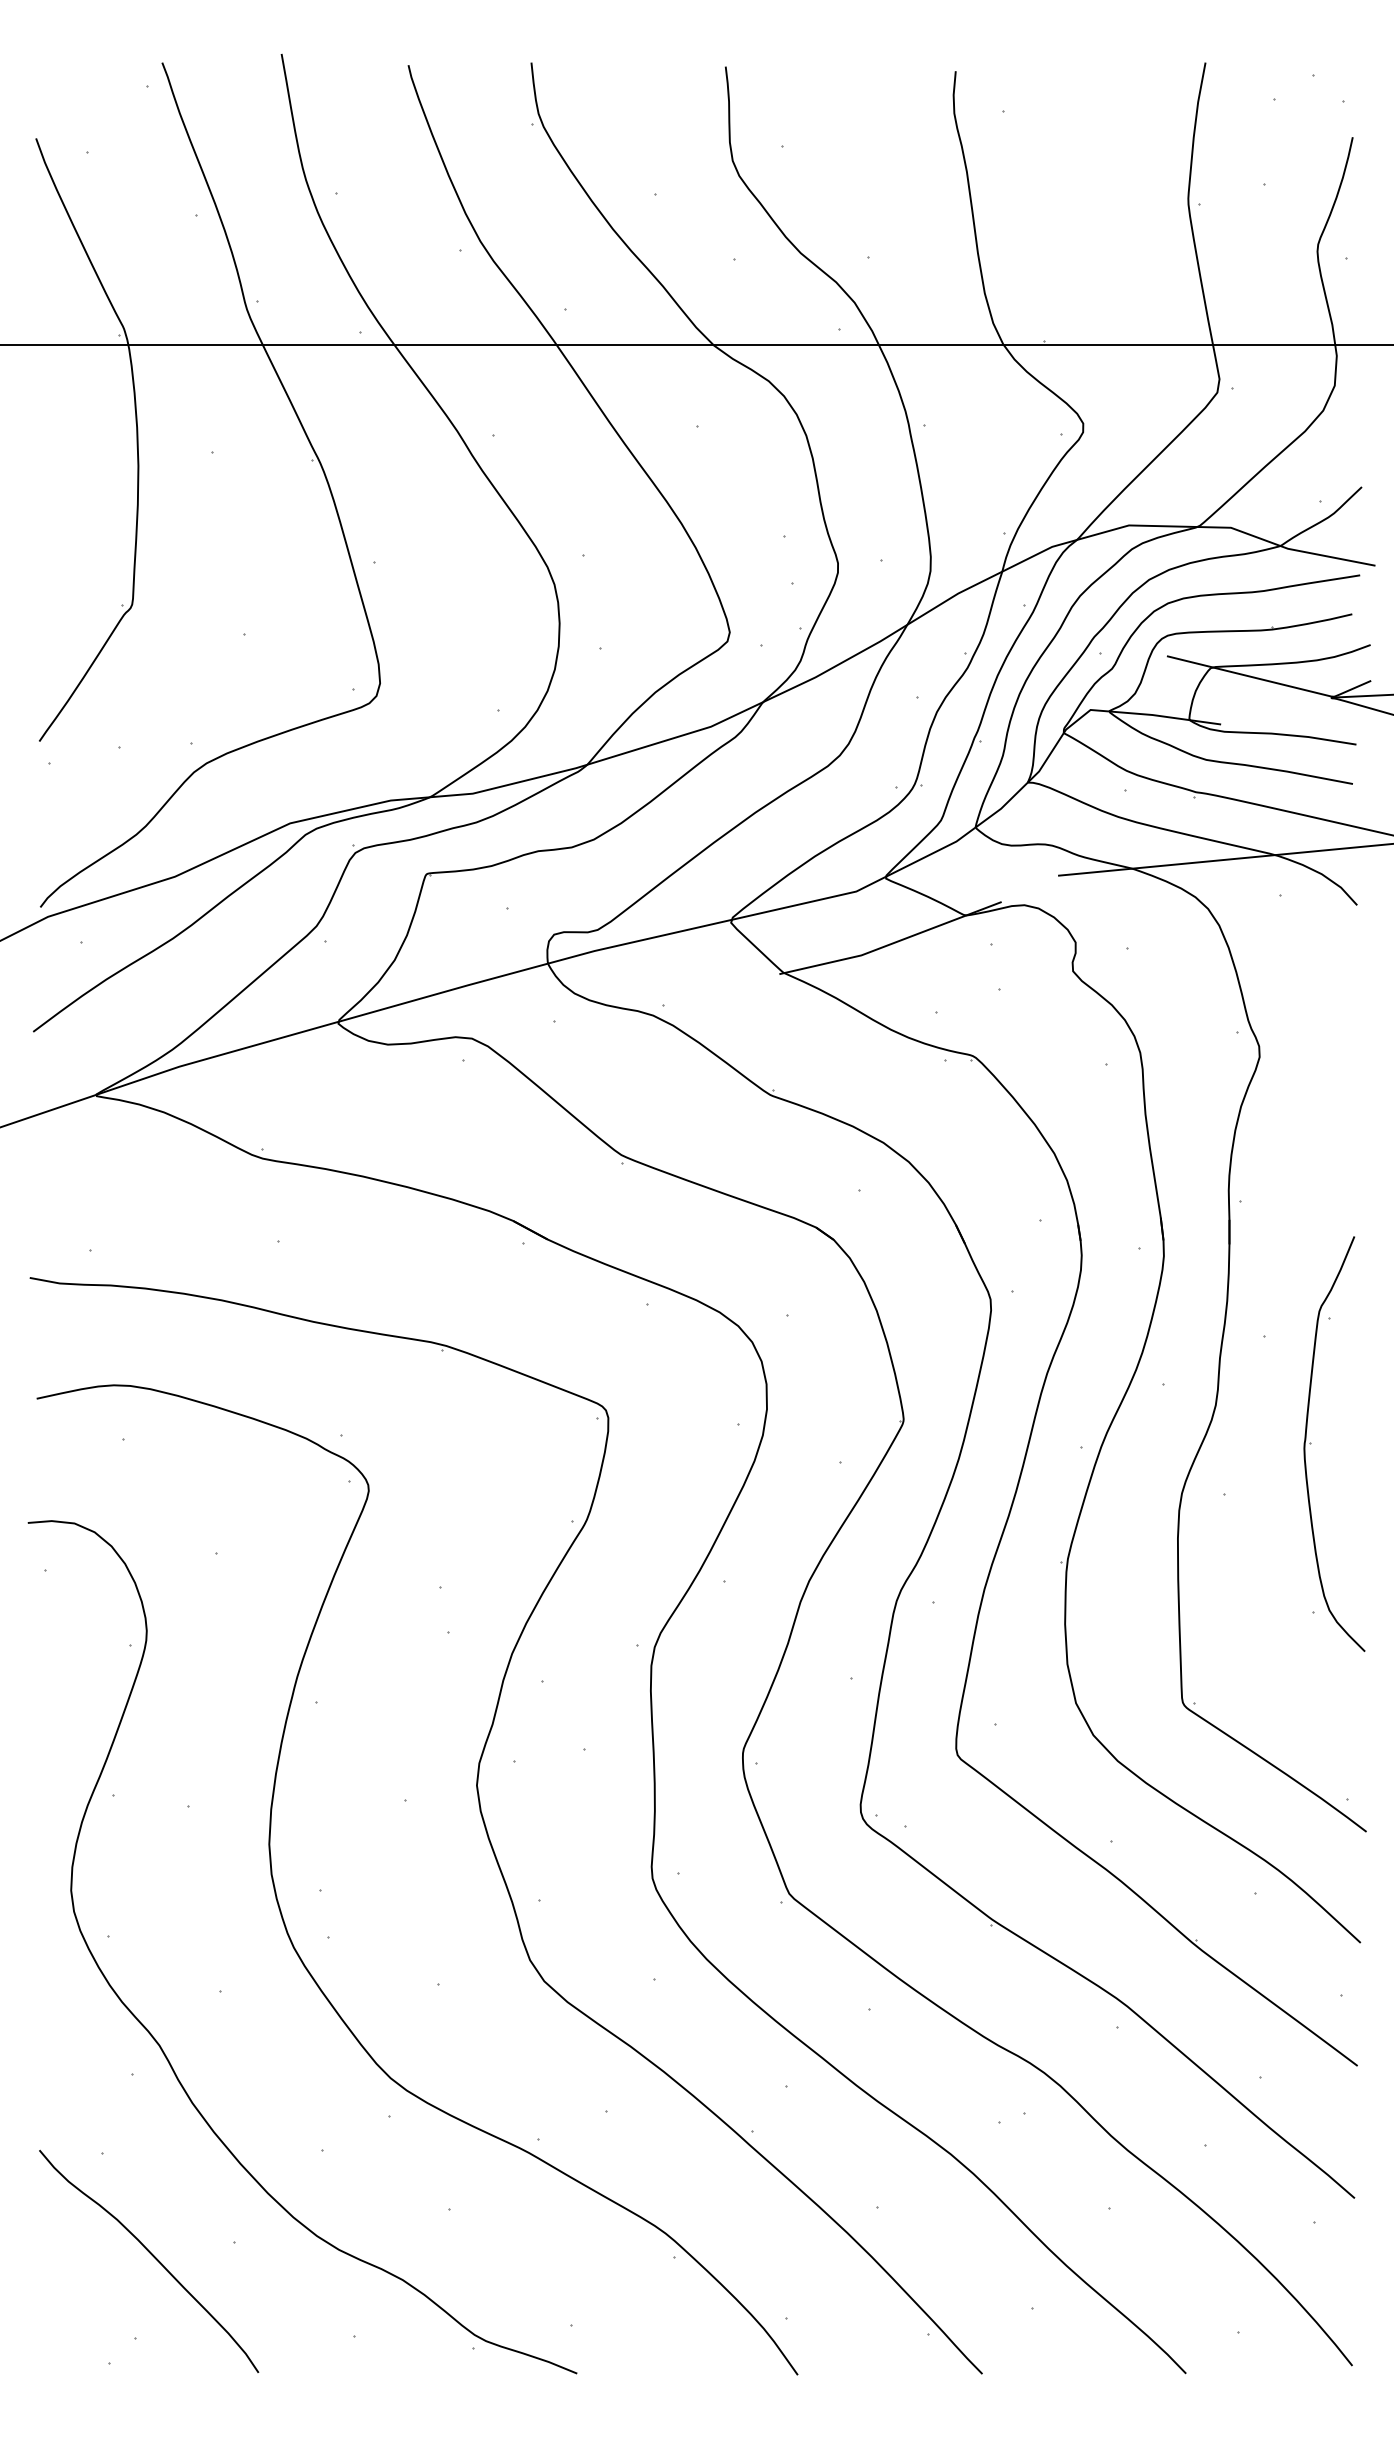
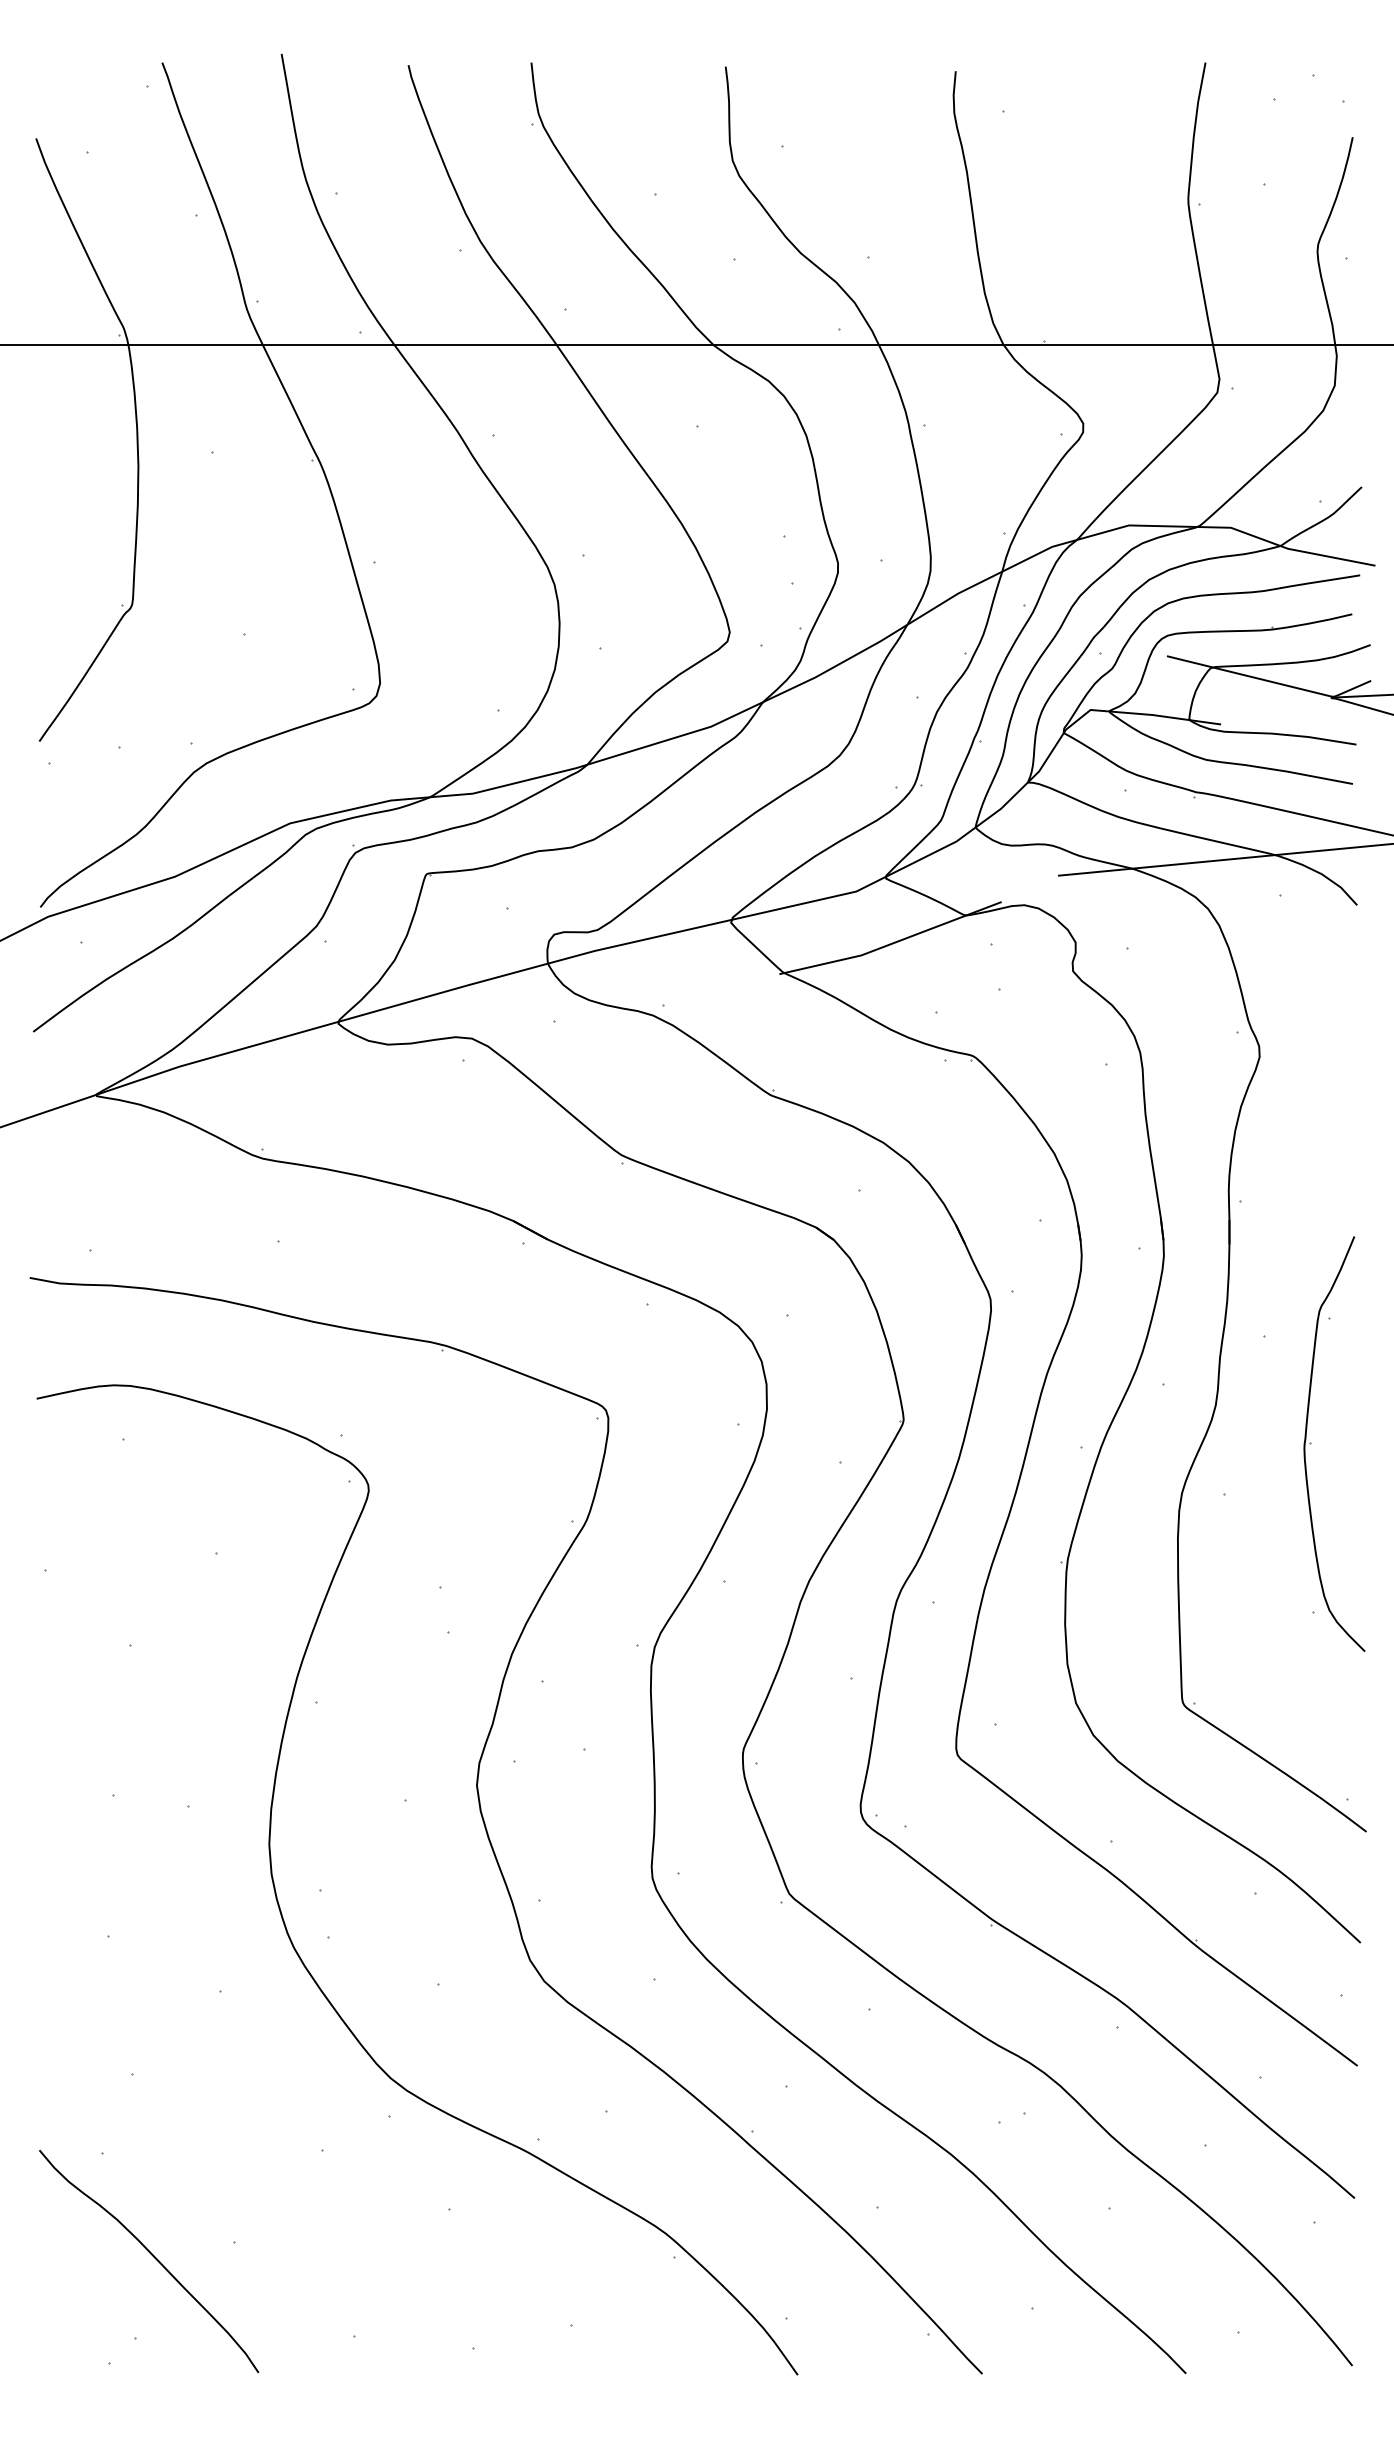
curve at (159, 2043): present -> none
